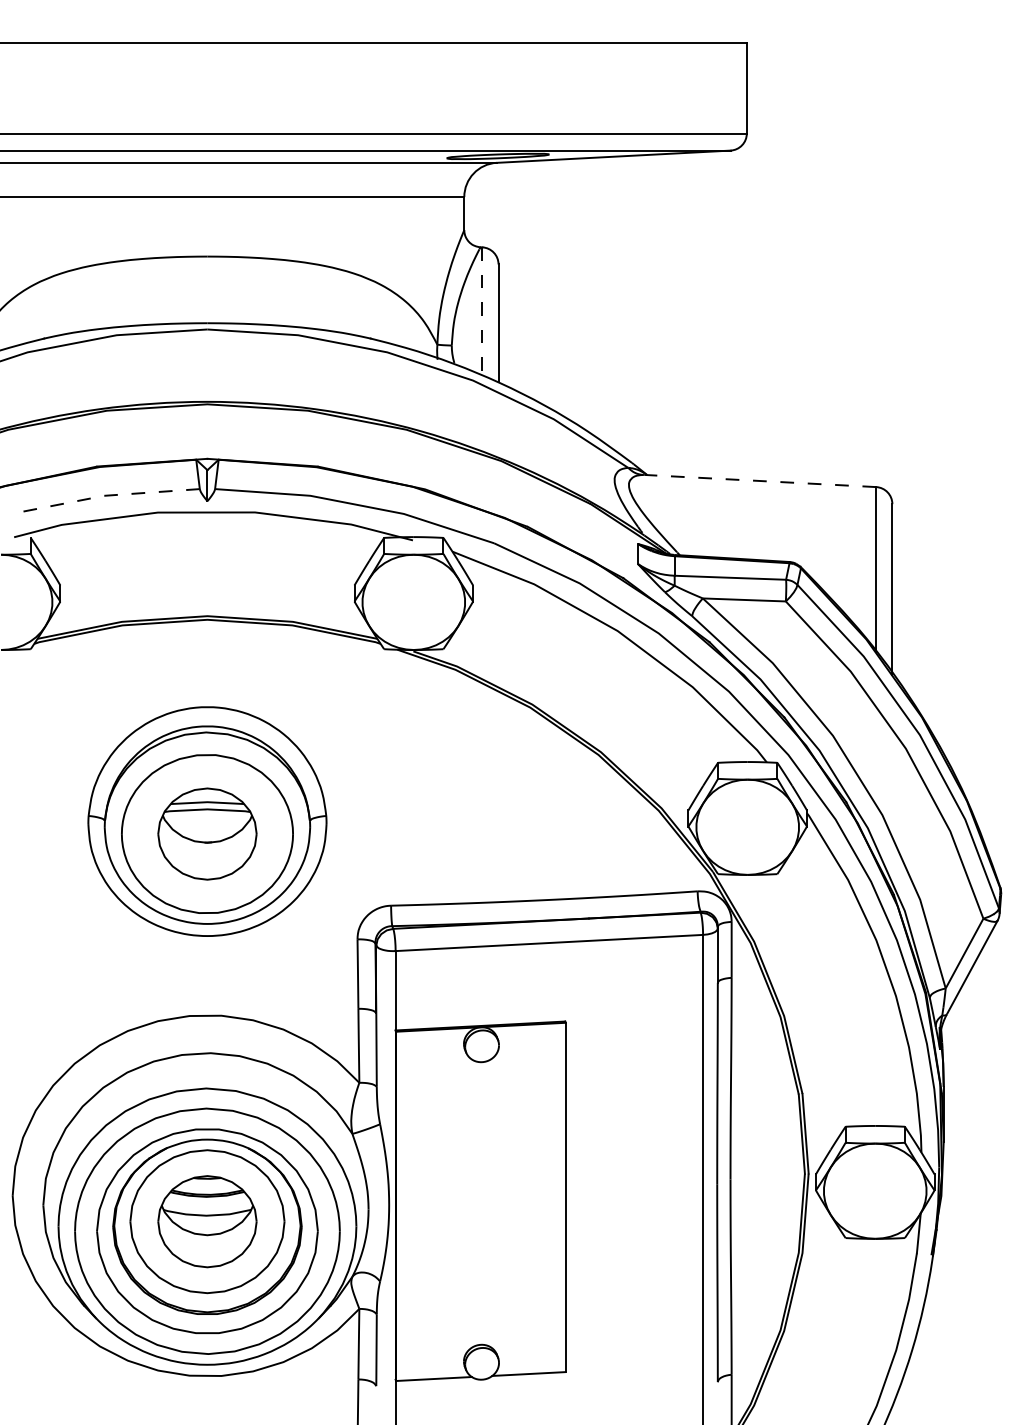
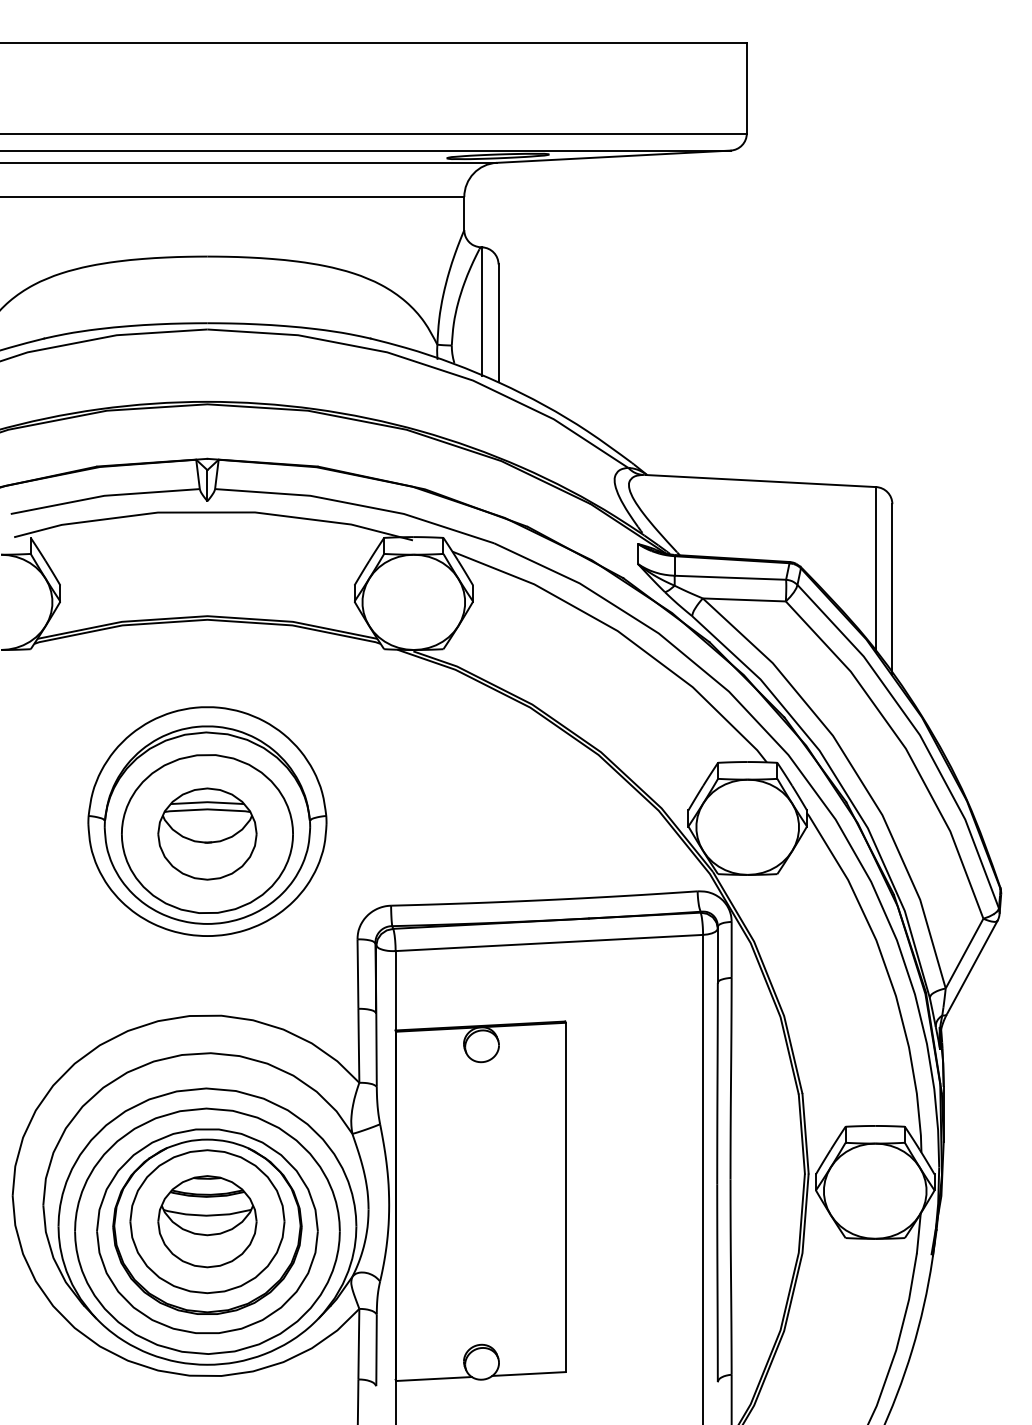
line at (482, 311): dashed -> solid
line at (760, 481): dashed -> solid
line at (104, 495): dashed -> solid
